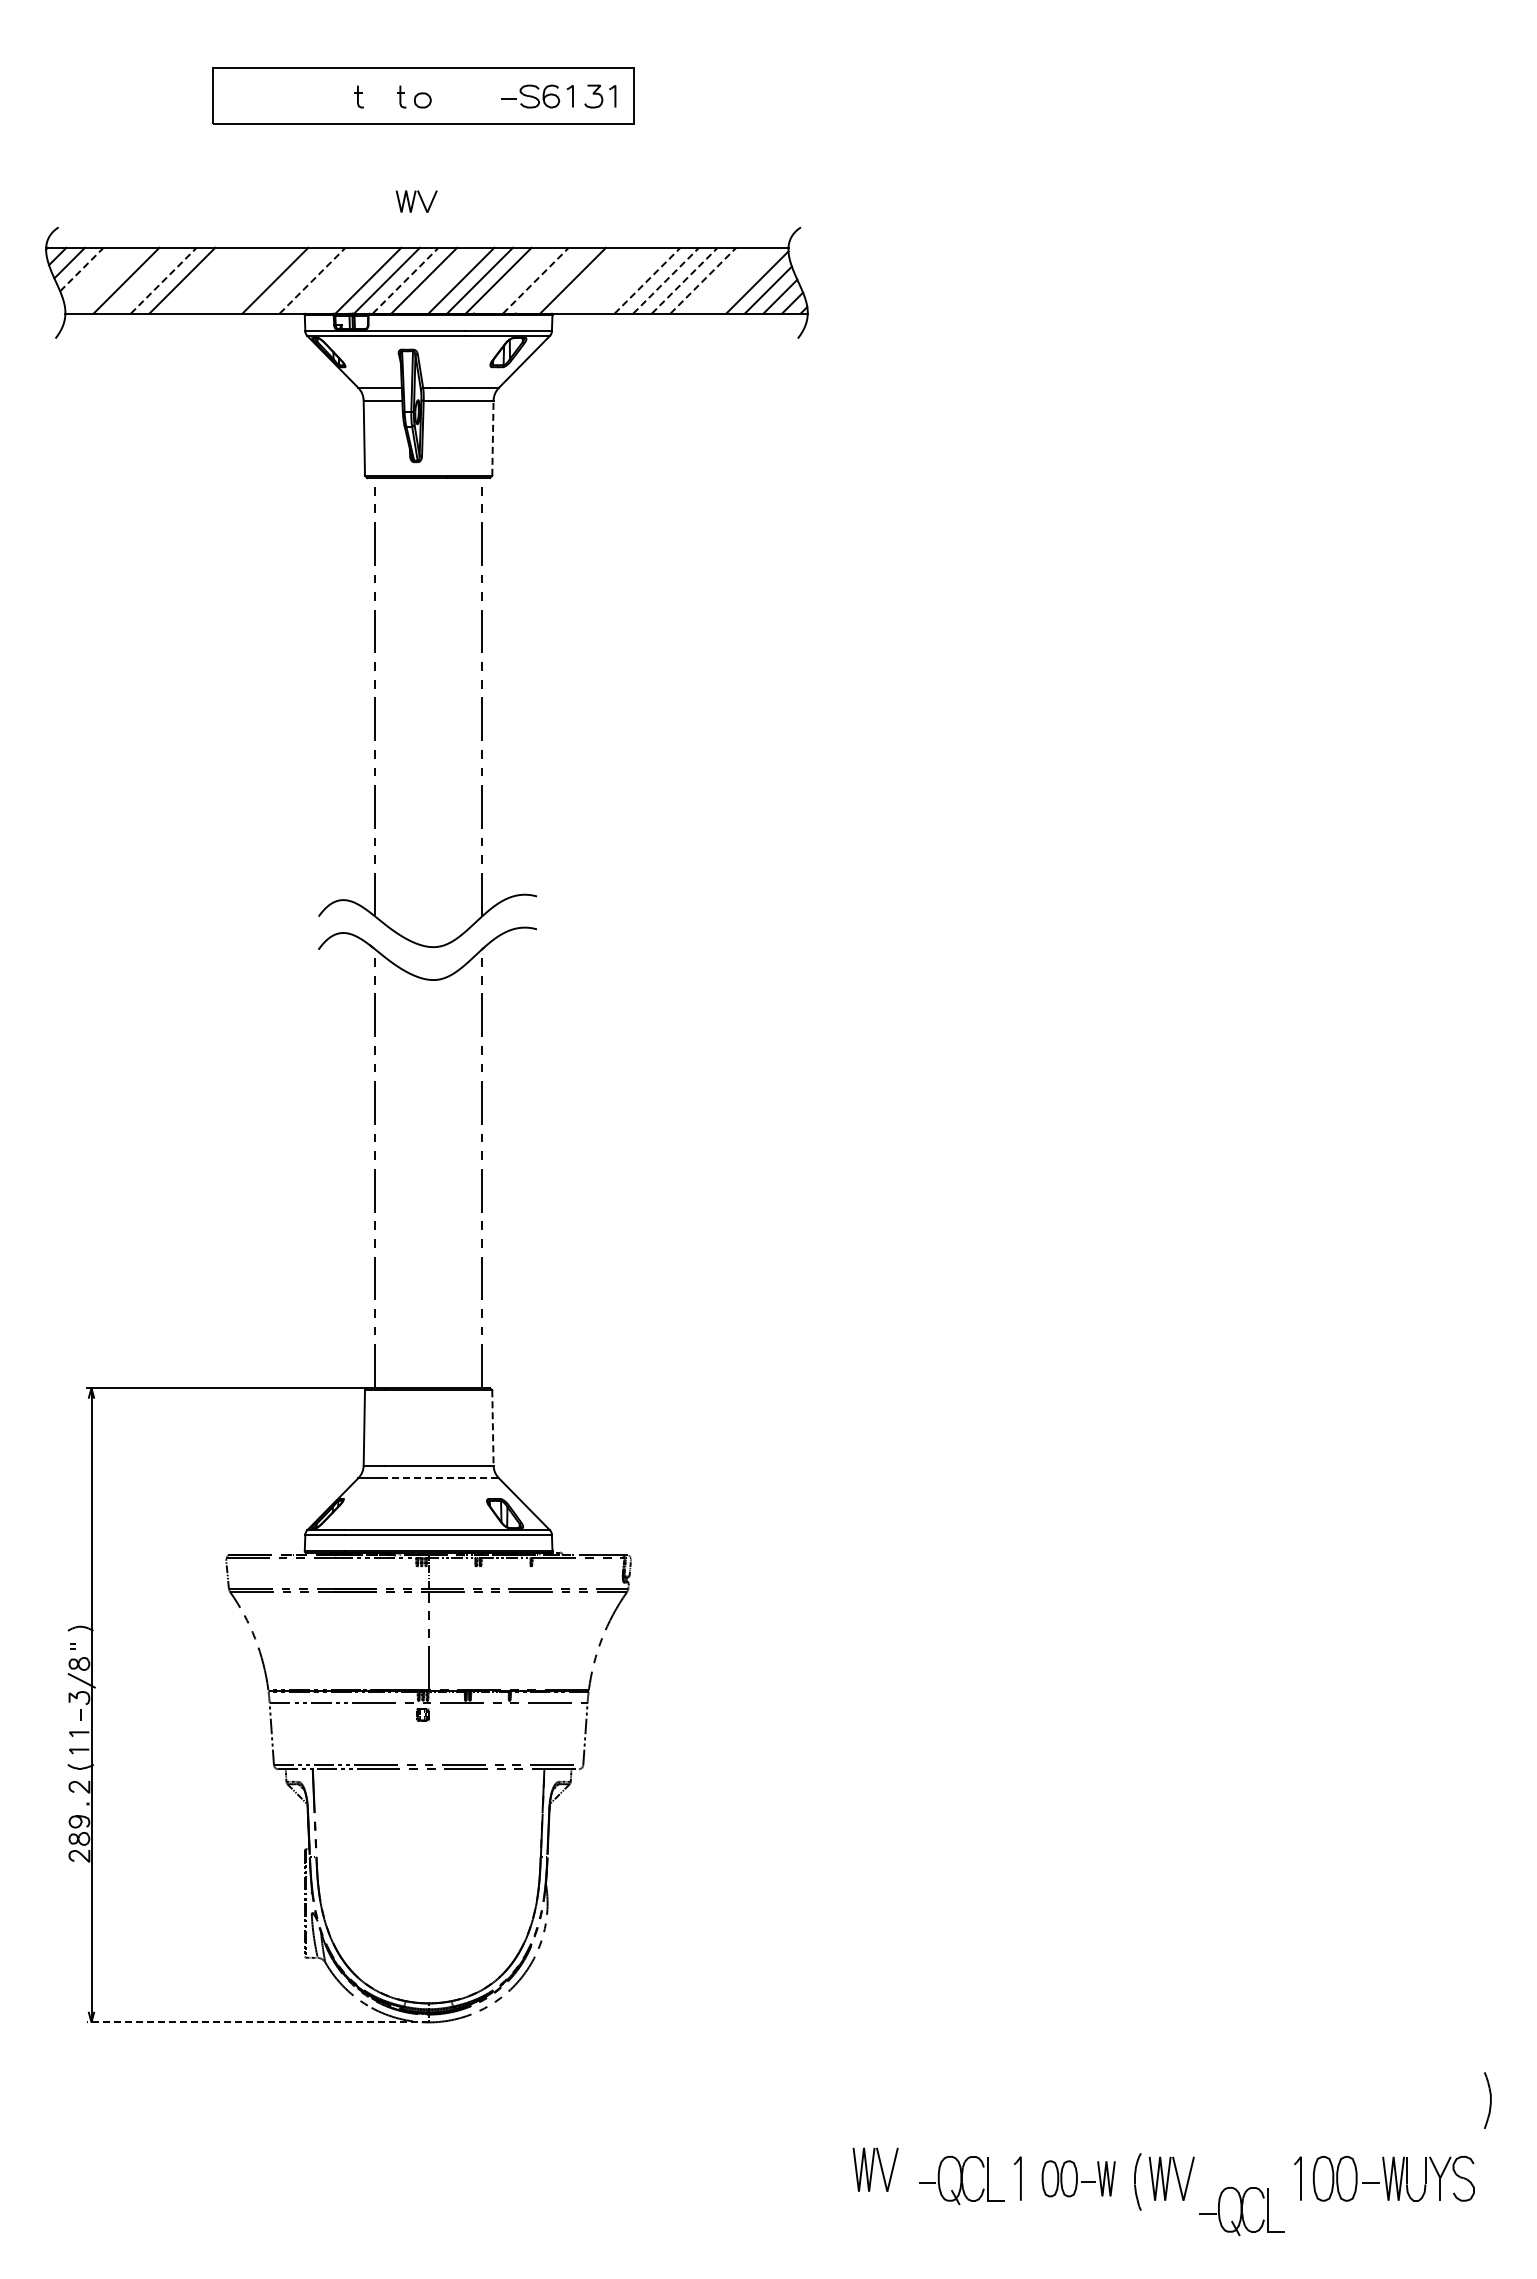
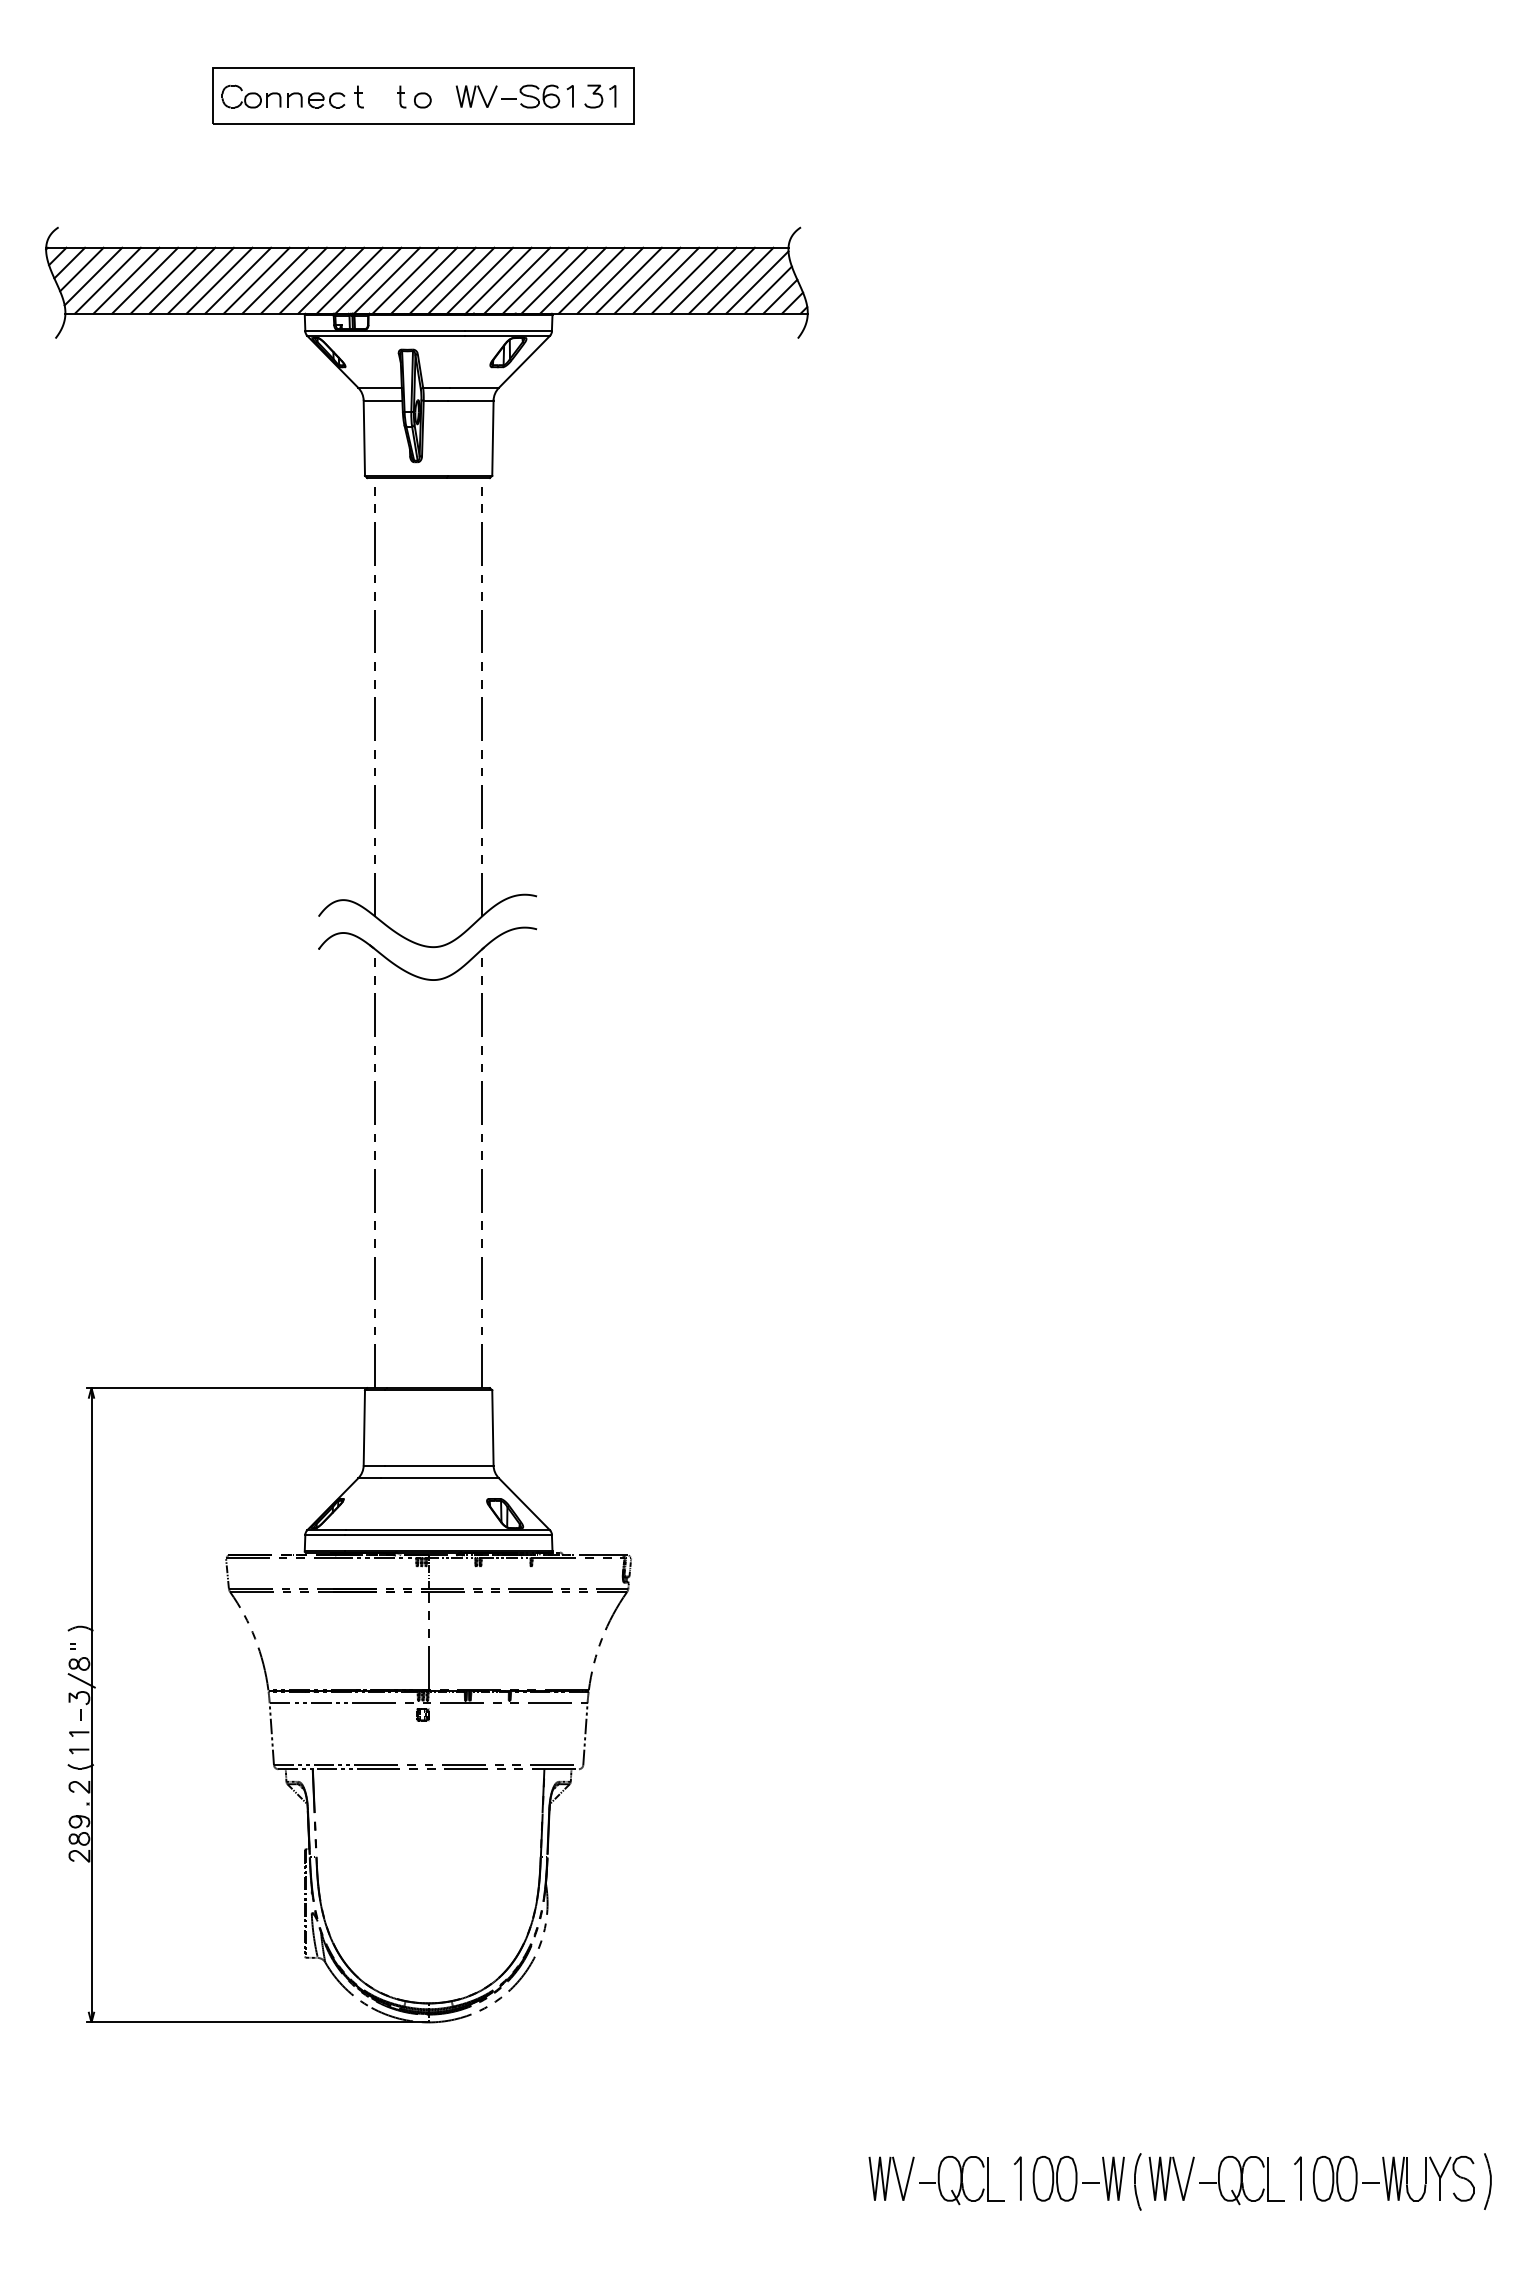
part at (283, 96): none -> present
part at (416, 201) position: (416, 201) -> (476, 96)
line at (81, 269): dashed -> solid
line at (93, 276): none -> present
line at (107, 280): none -> present
line at (145, 280): none -> present
line at (163, 280): dashed -> solid
line at (200, 280): none -> present
line at (219, 280): none -> present
line at (238, 280): none -> present
line at (256, 280): none -> present
line at (293, 280): none -> present
line at (312, 280): dashed -> solid
line at (331, 280): none -> present
line at (349, 280): none -> present
line at (405, 280): dashed -> solid
line at (442, 280): none -> present
line at (517, 280): none -> present
line at (535, 280): dashed -> solid
line at (554, 280): none -> present
line at (591, 280): none -> present
line at (610, 280): none -> present
line at (628, 280): none -> present
line at (647, 280): dashed -> solid
line at (666, 280): dashed -> solid
line at (684, 280): dashed -> solid
line at (703, 280): dashed -> solid
line at (721, 280): none -> present
line at (740, 280): none -> present
line at (492, 438): dashed -> solid
line at (492, 1427): dashed -> solid
line at (439, 1478): dashed -> solid
line at (257, 2022): dashed -> solid
part at (1487, 2100) position: (1487, 2100) -> (1487, 2181)
part at (875, 2169) position: (875, 2169) -> (891, 2178)
part at (1078, 2178) size: 75x38 px -> 93x46 px
part at (1241, 2211) position: (1241, 2211) -> (1241, 2180)
